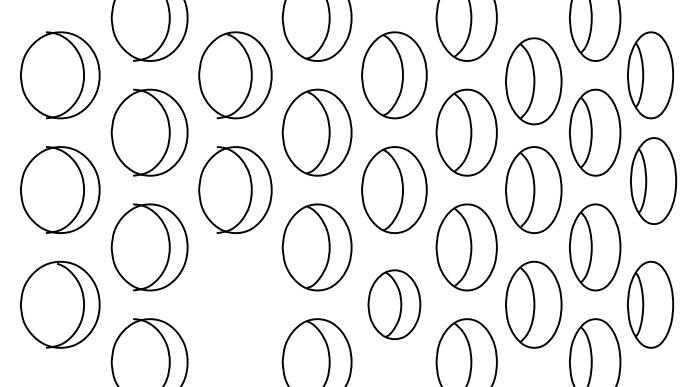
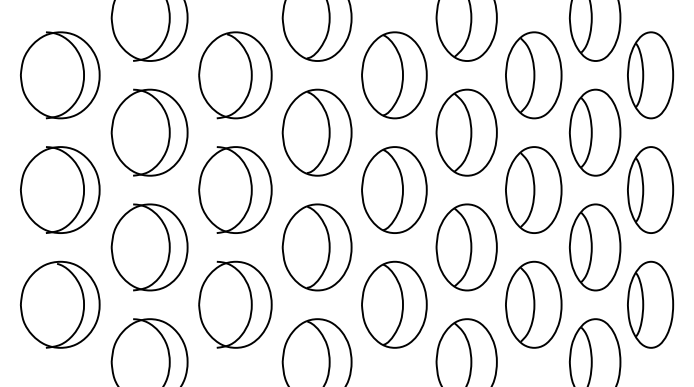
part at (533, 81) position: (533, 81) -> (533, 75)
part at (653, 180) position: (653, 180) -> (650, 189)
part at (235, 304): none -> present
part at (394, 304) size: 55x72 px -> 67x89 px
